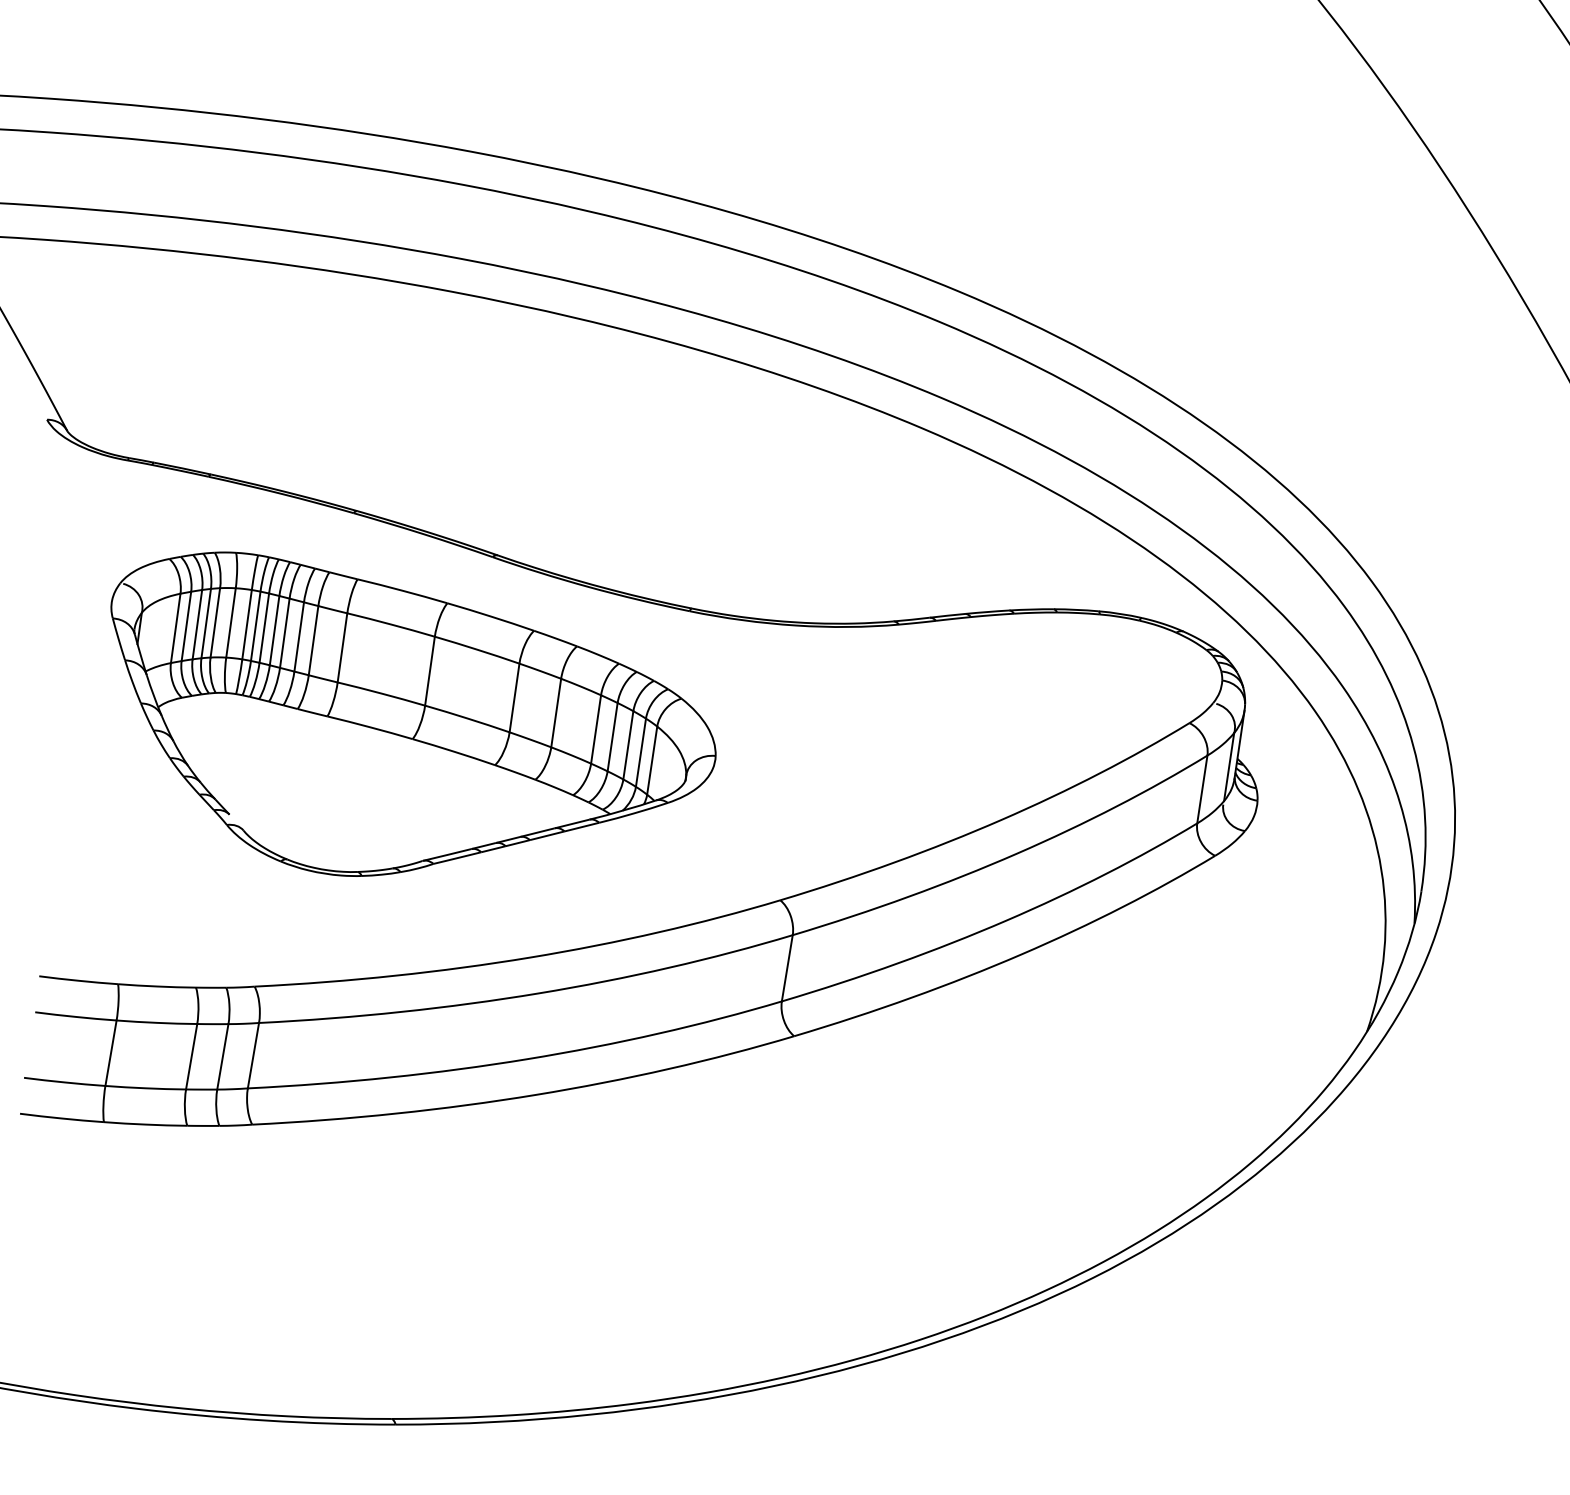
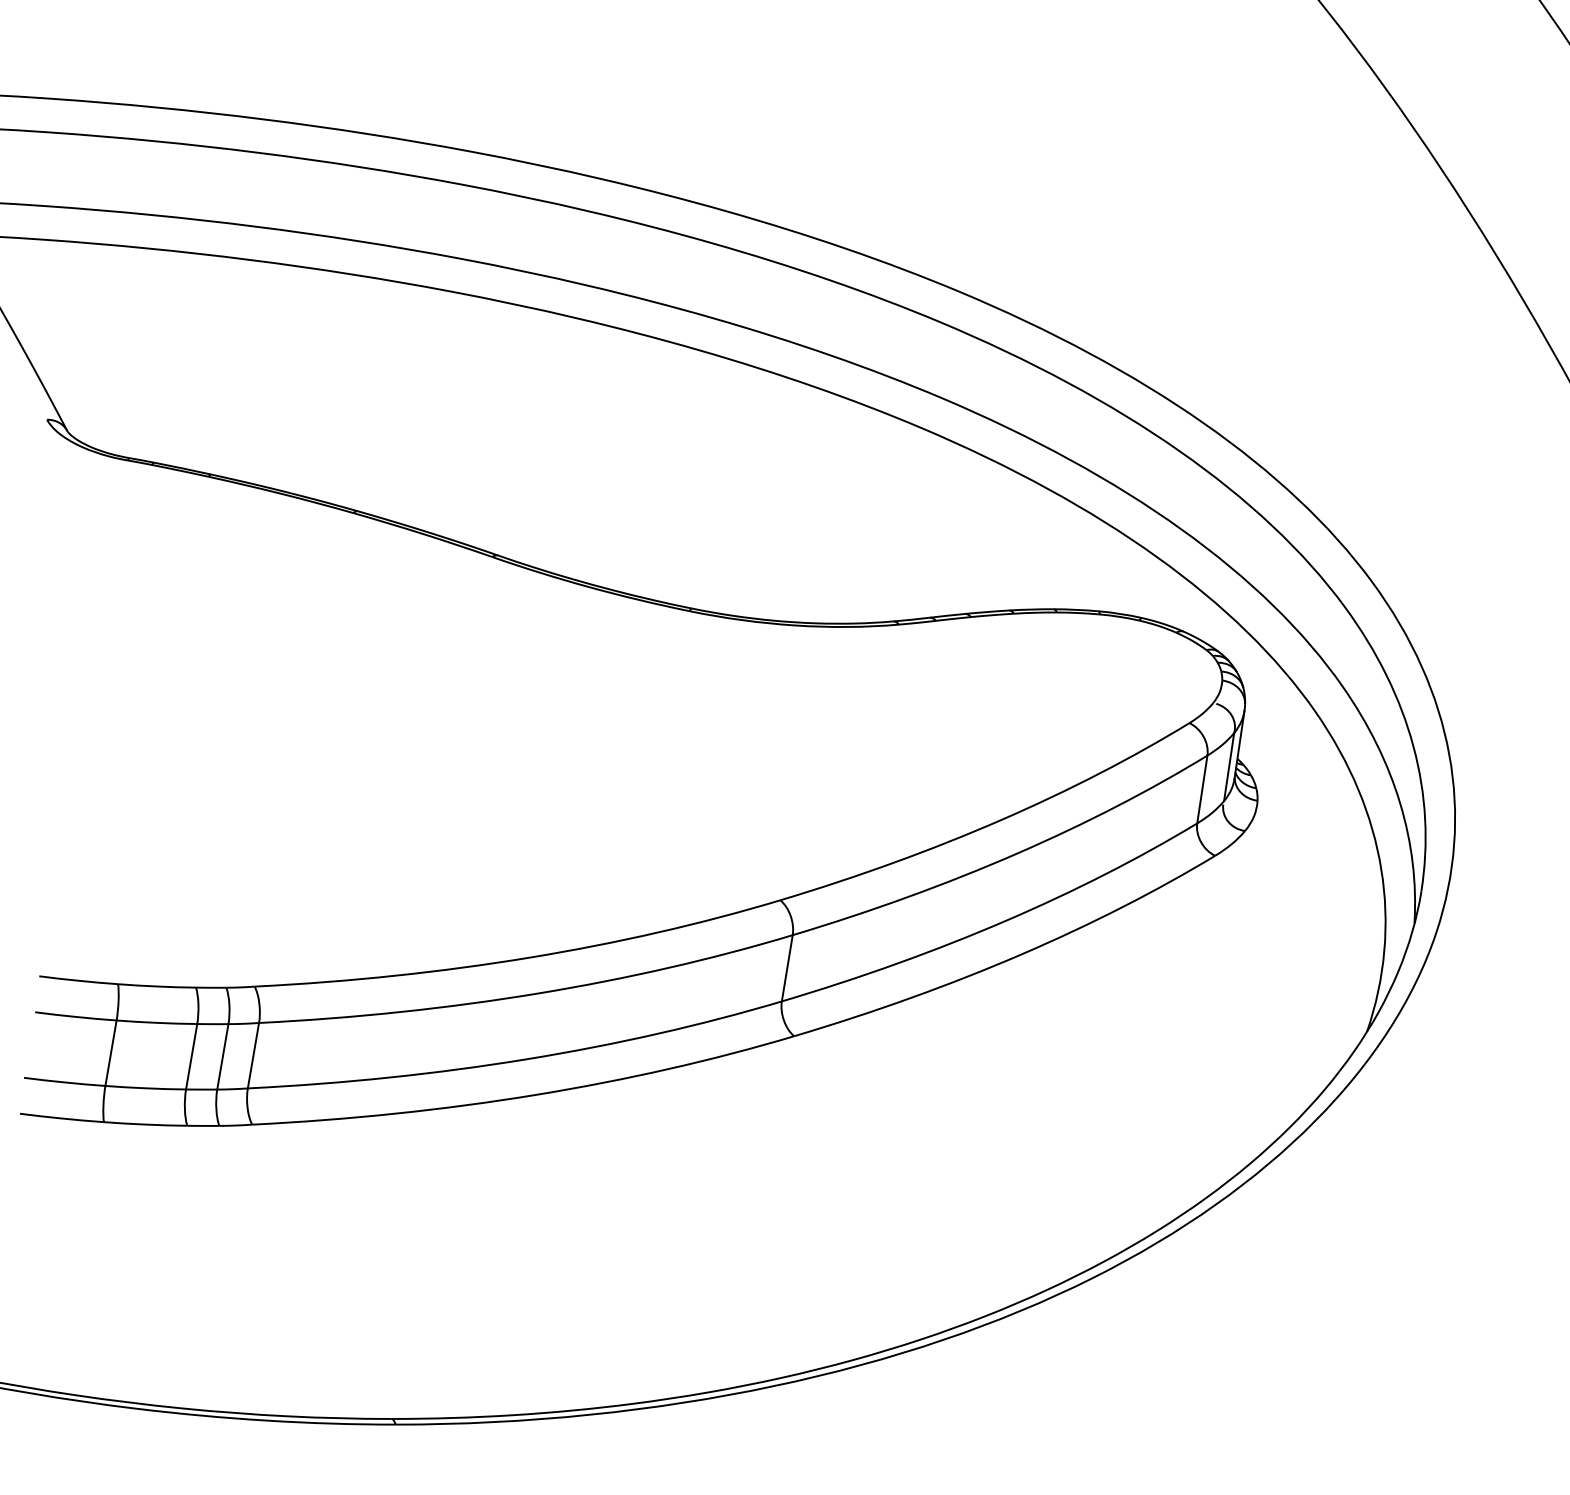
part at (413, 713): present -> none
